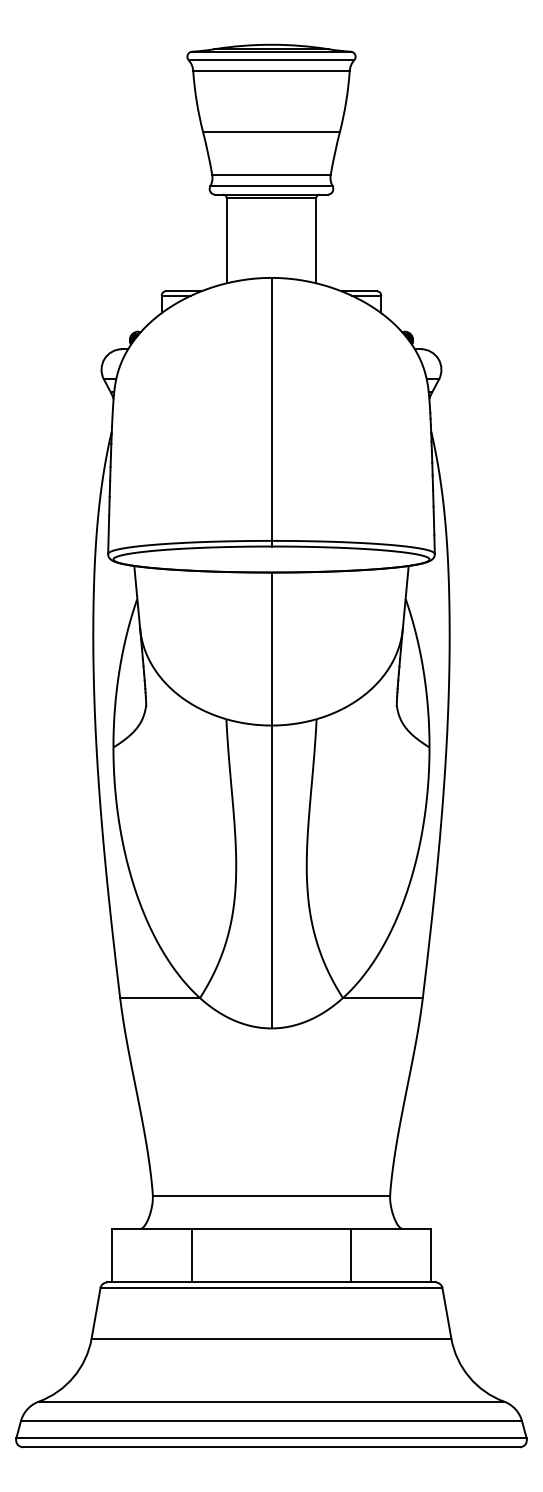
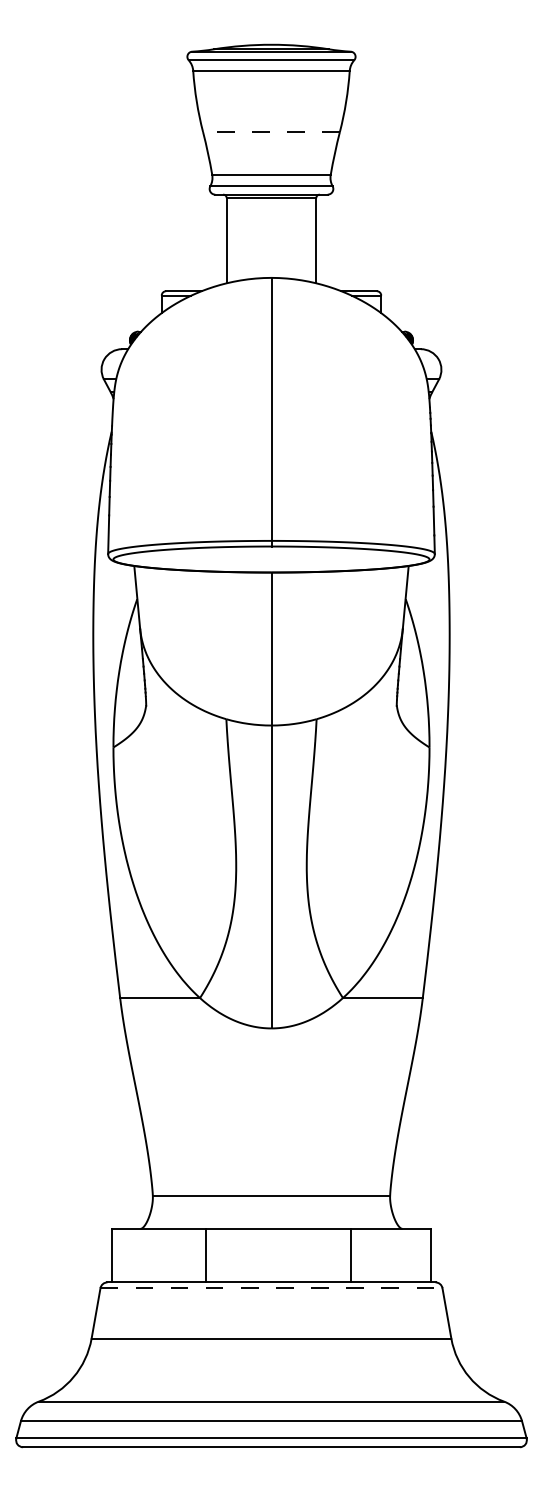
line at (270, 132): solid -> dashed
line at (191, 1255) position: (191, 1255) -> (205, 1255)
line at (271, 1288): solid -> dashed
